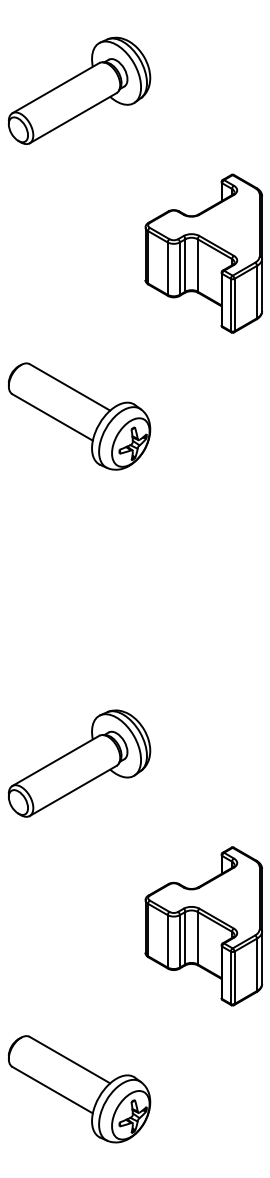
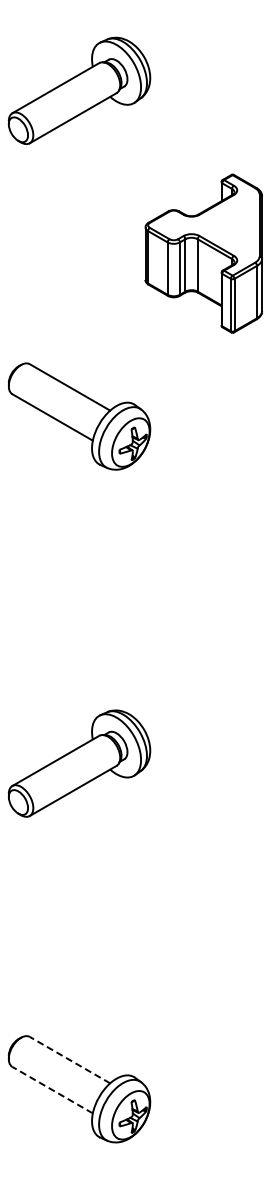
part at (203, 926): present -> none
line at (69, 1059): solid -> dashed
line at (52, 1089): solid -> dashed
